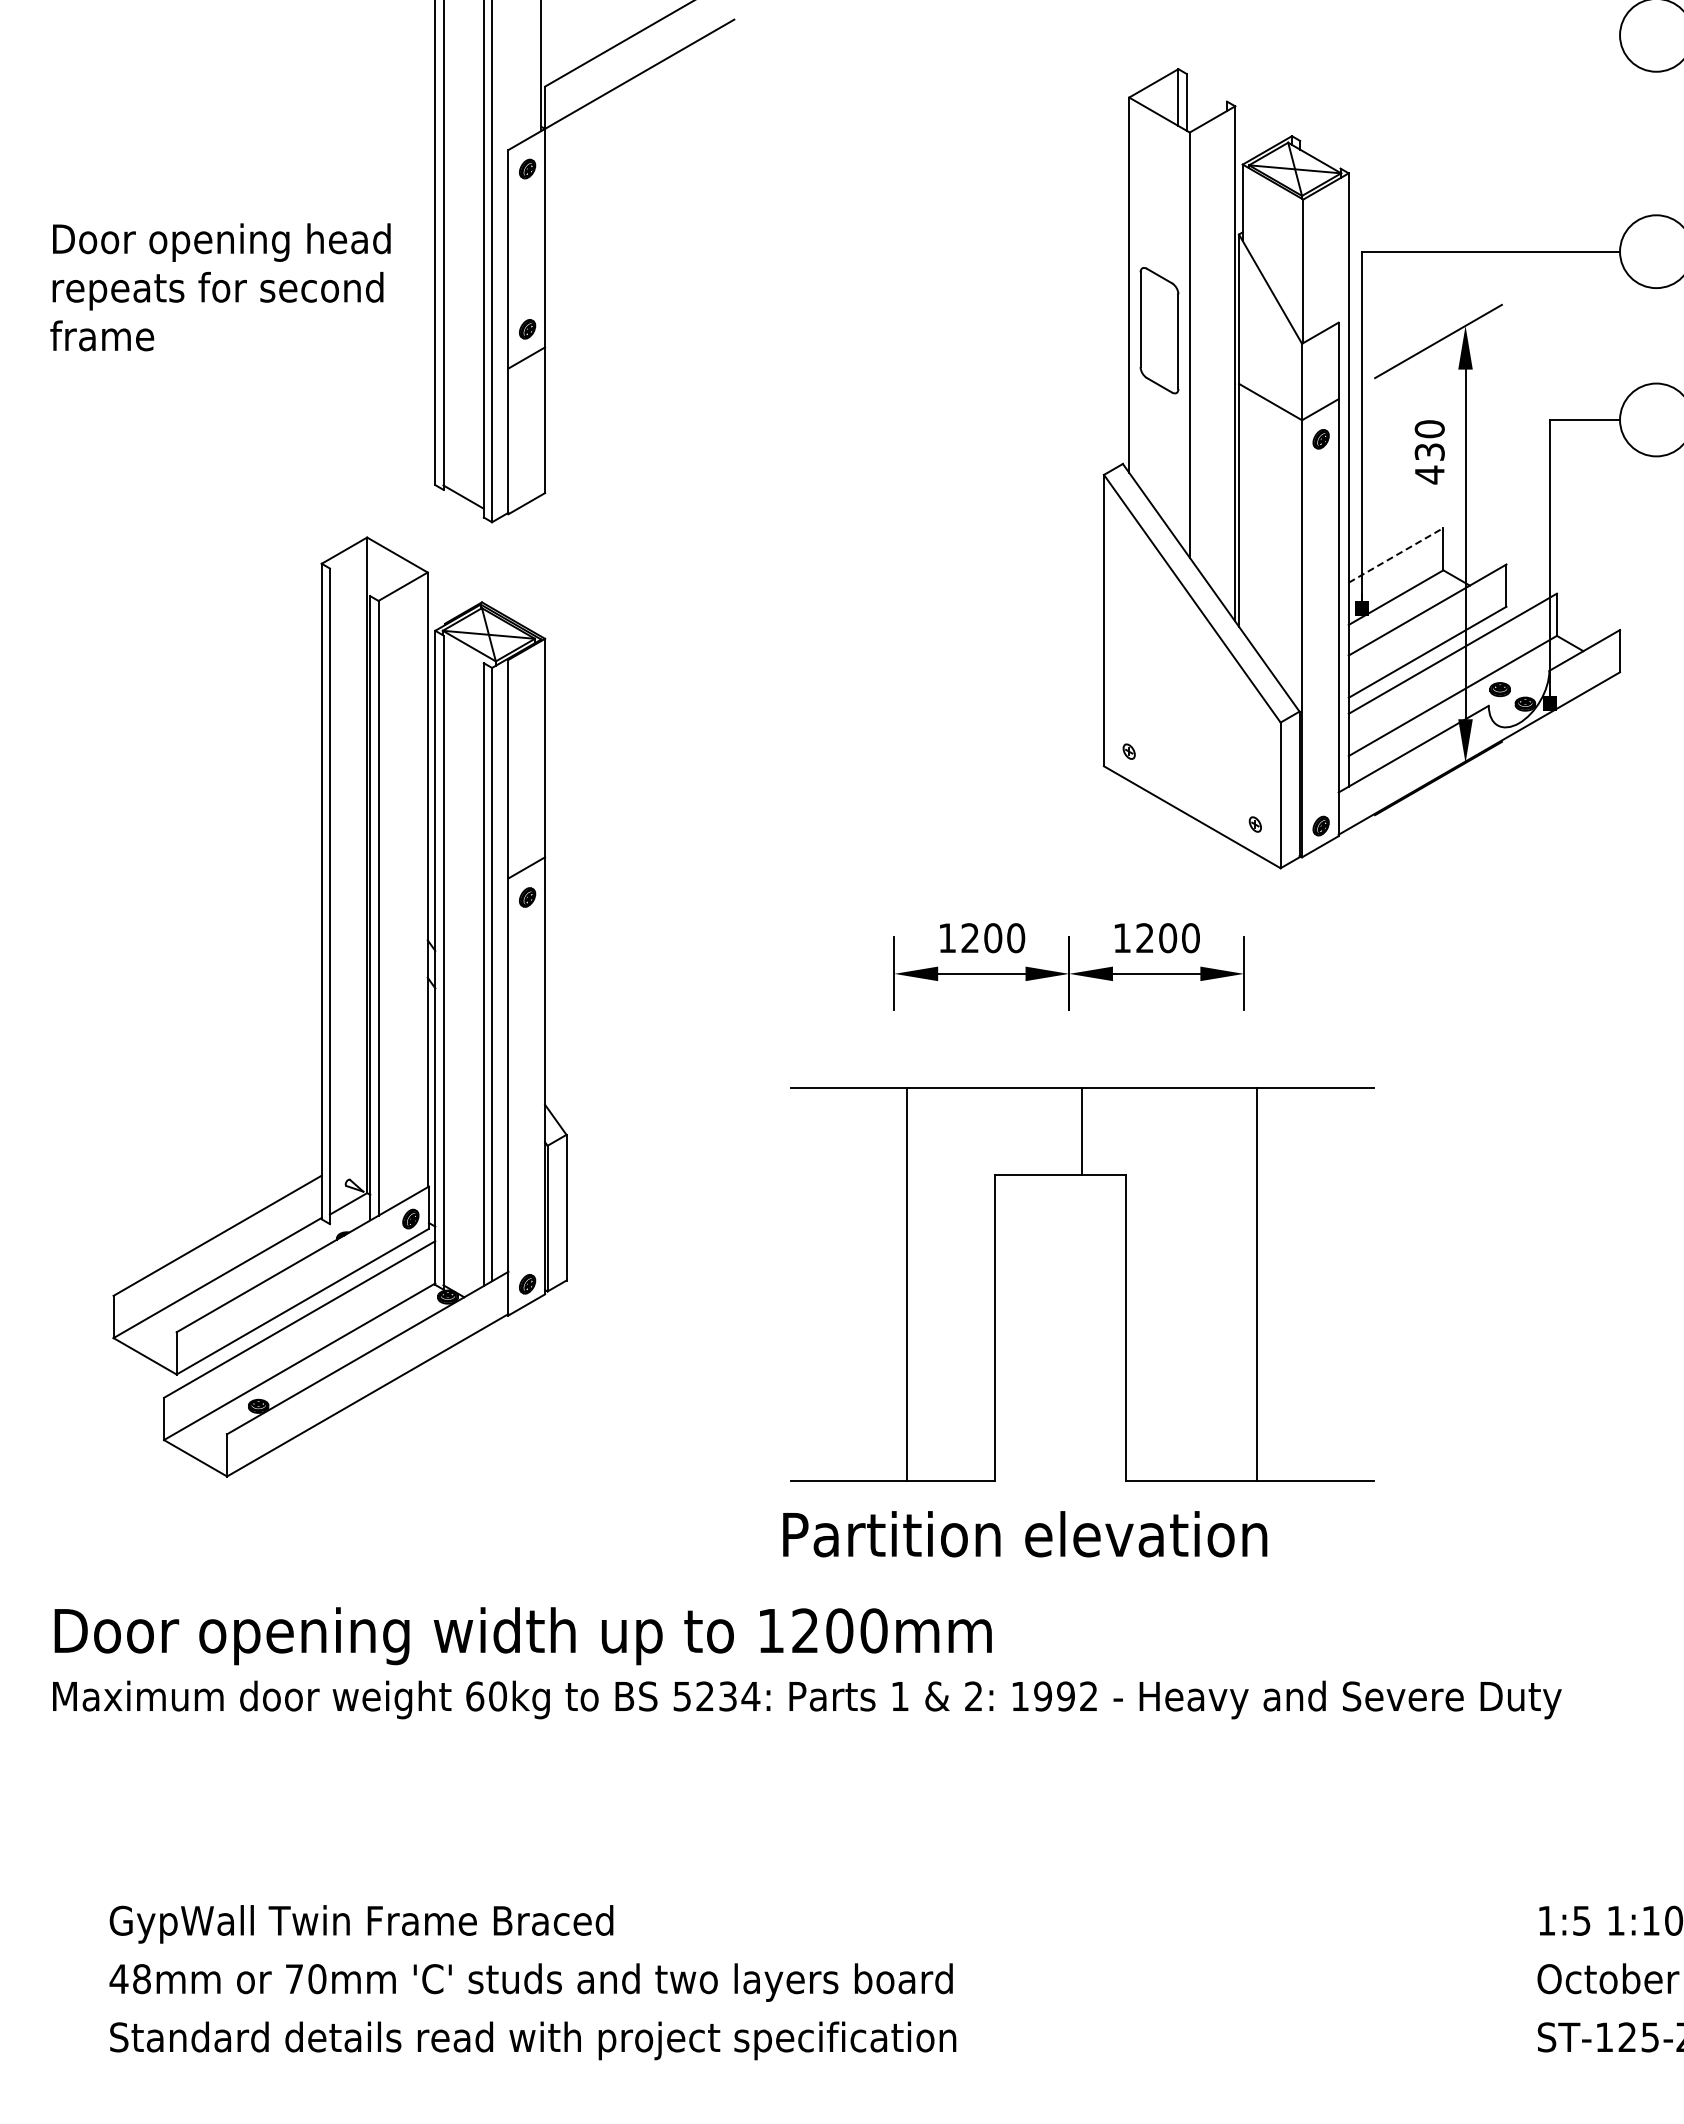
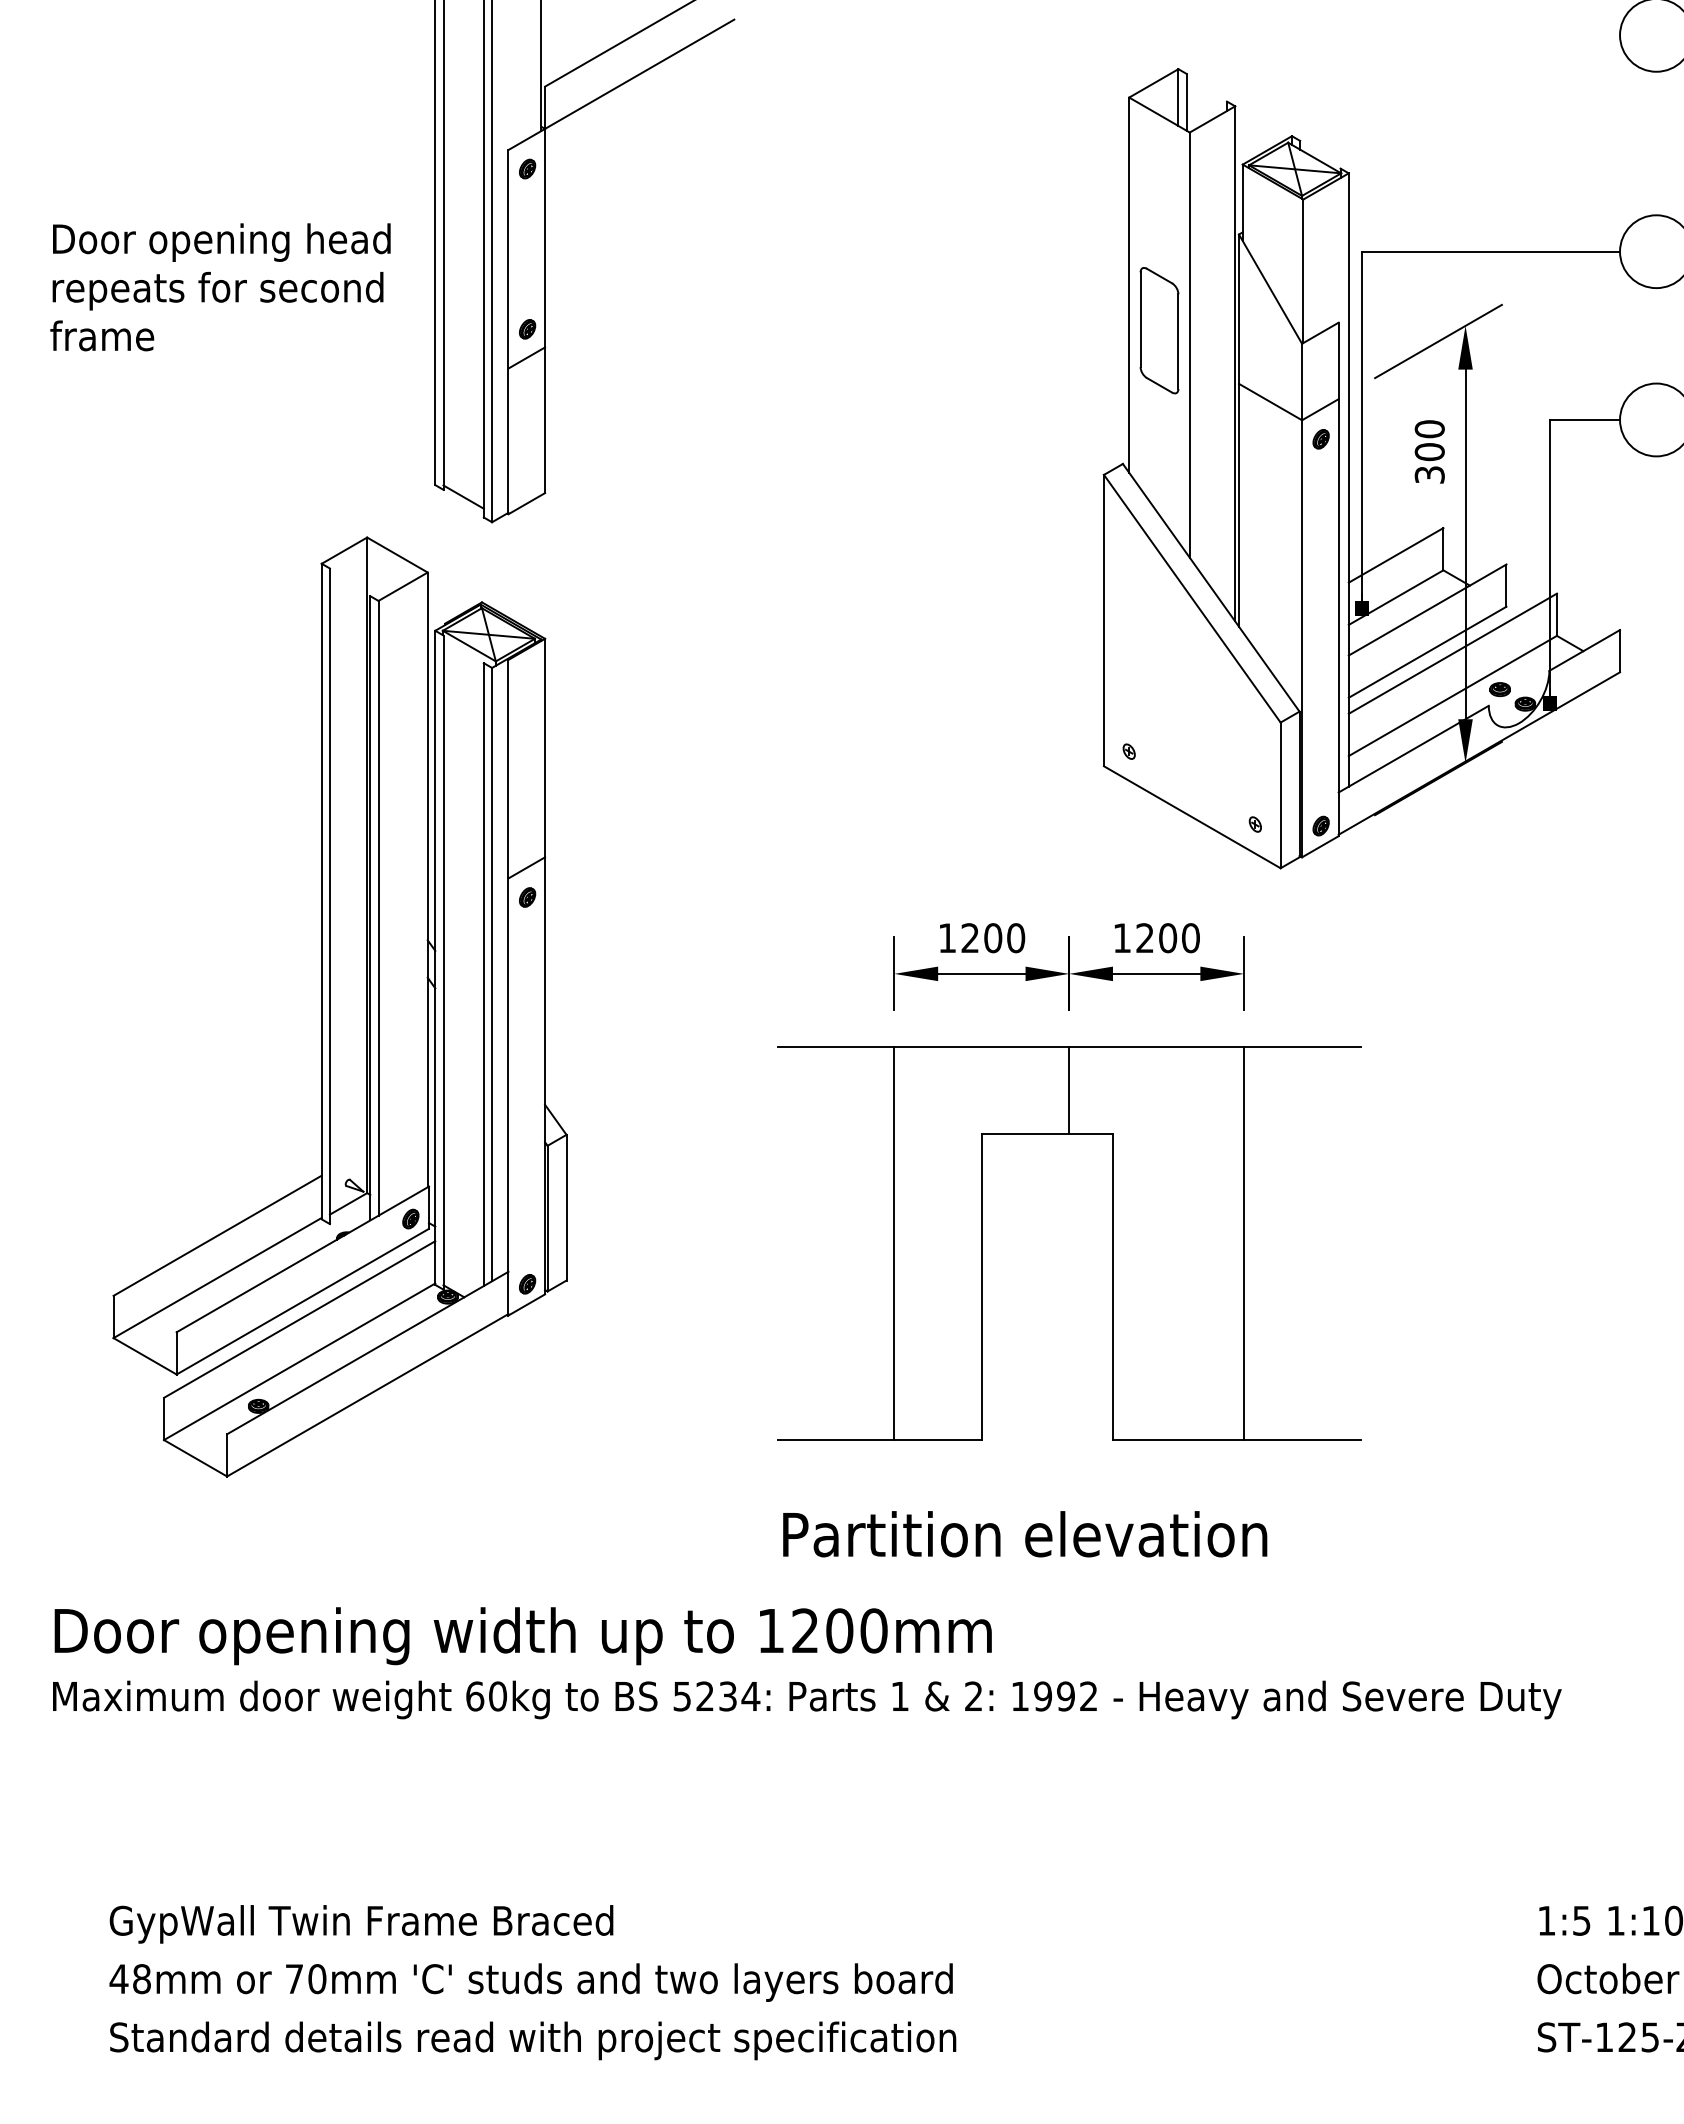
text at (1429, 463): 430 -> 300
line at (1396, 555): dashed -> solid
part at (1125, 1284) position: (1125, 1284) -> (1112, 1243)
